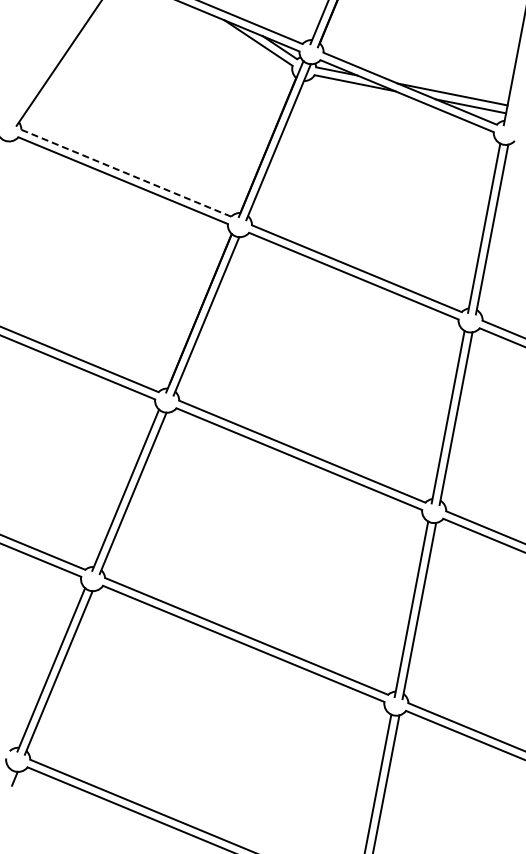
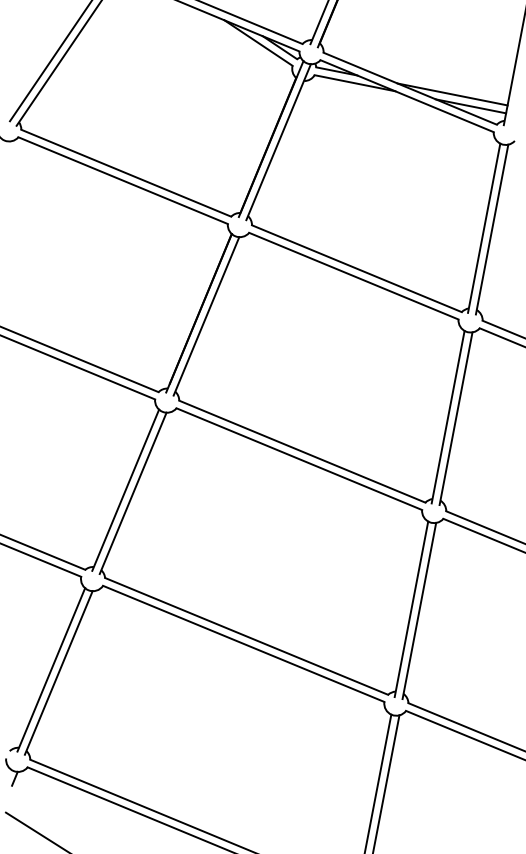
line at (49, 61): none -> present
line at (126, 173): dashed -> solid
line at (35, 831): none -> present
